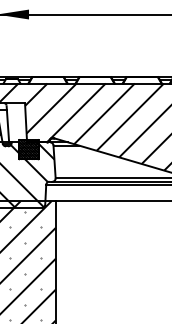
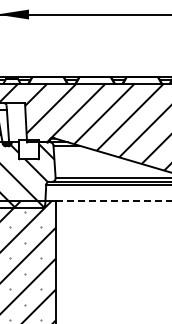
hatch at (28, 149): present -> none
line at (113, 201): solid -> dashed
